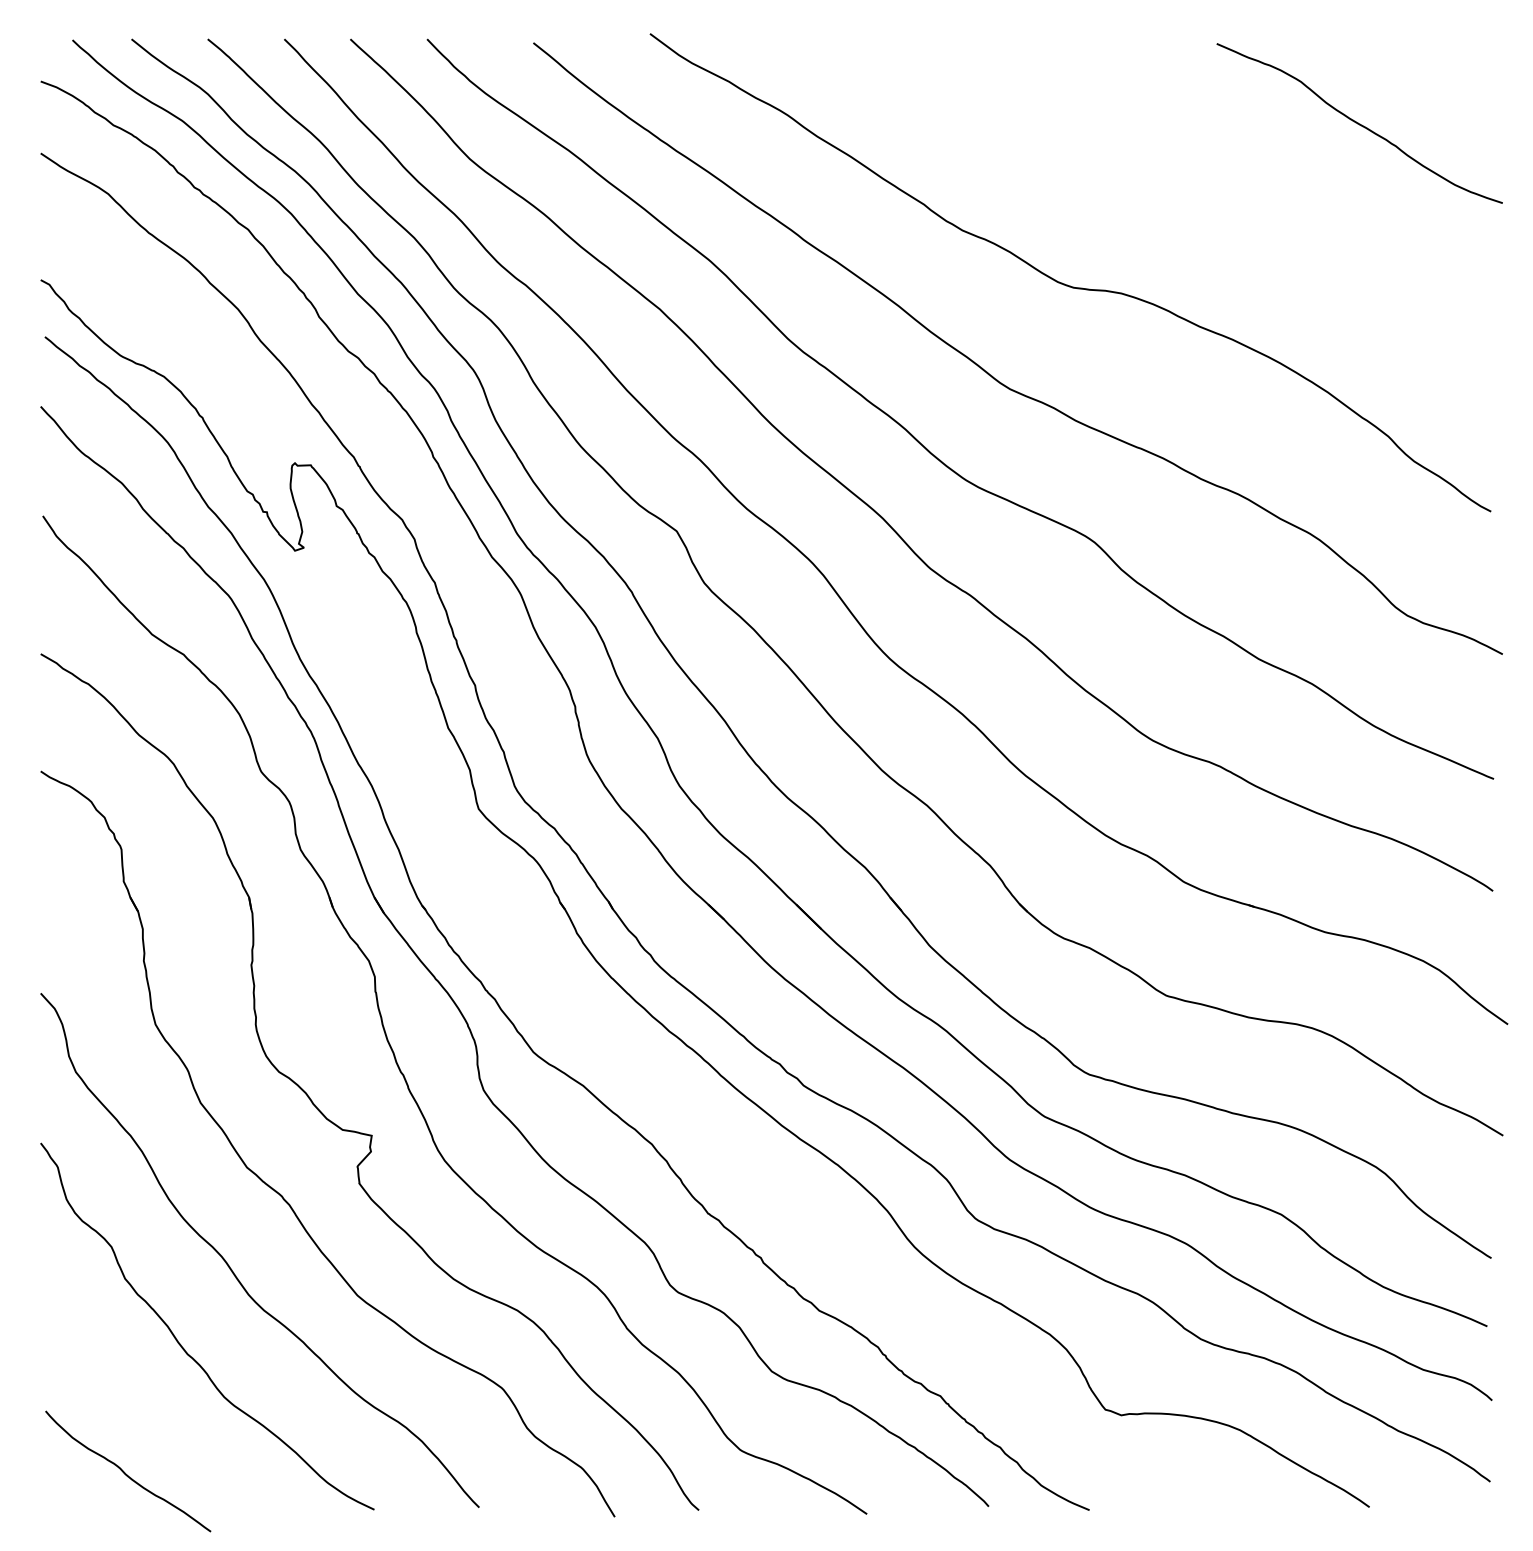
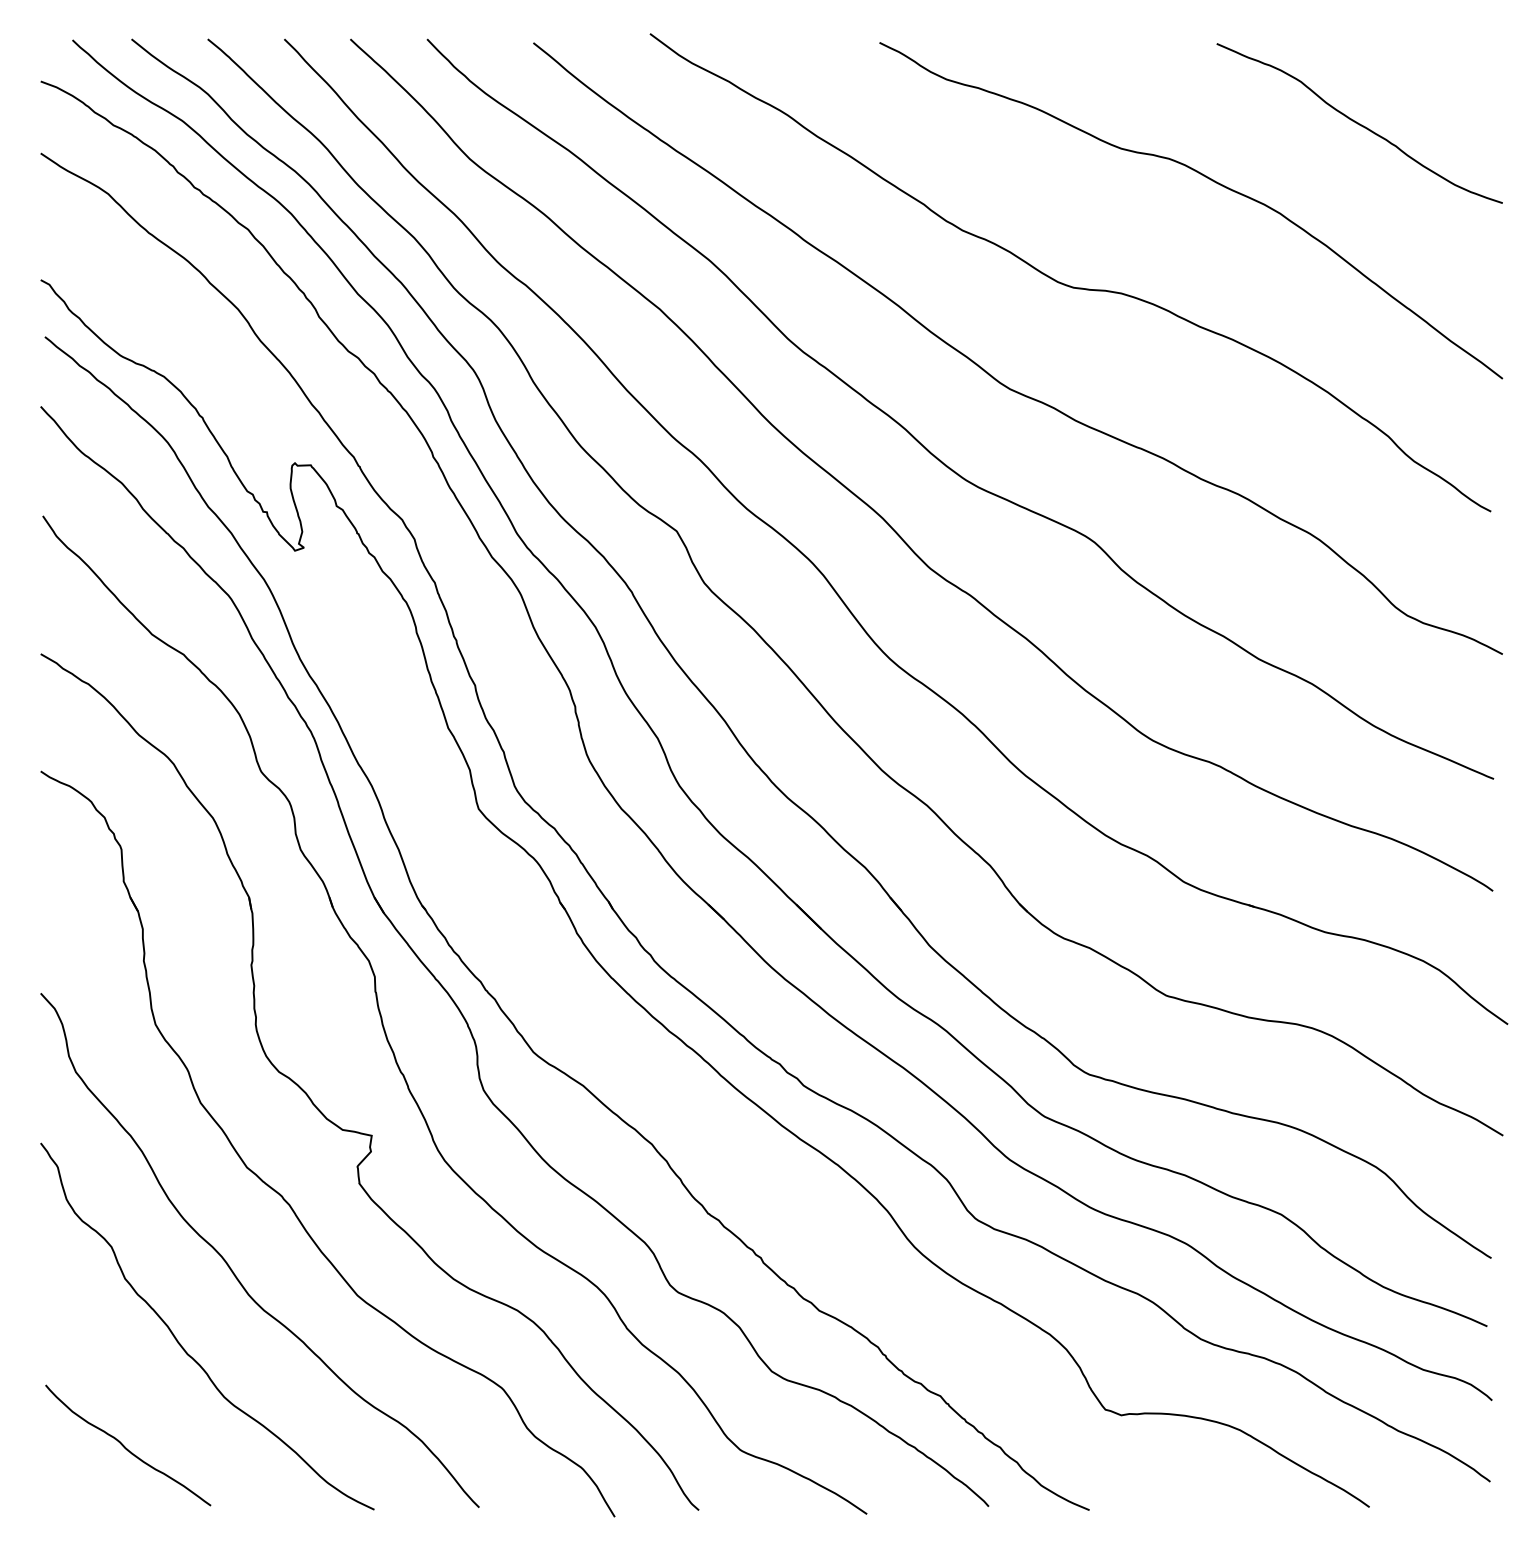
curve at (1208, 179): none -> present
curve at (126, 1473) position: (126, 1473) -> (126, 1447)
